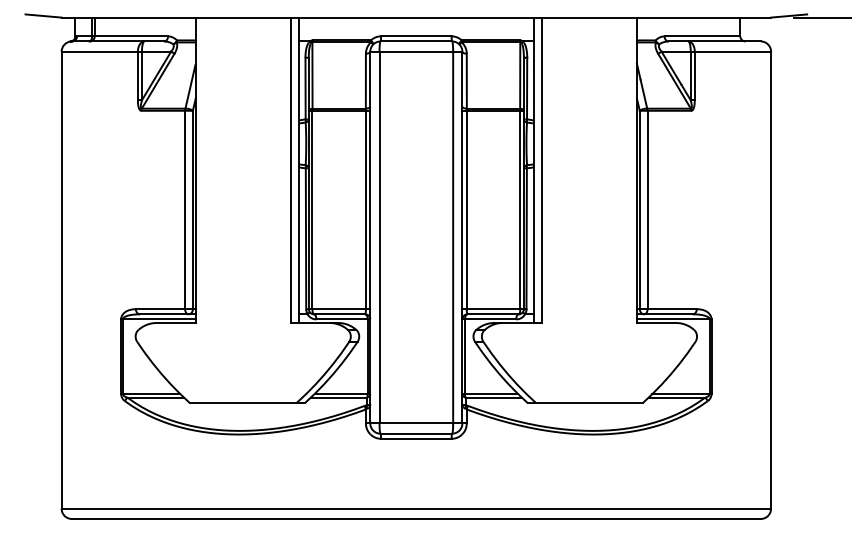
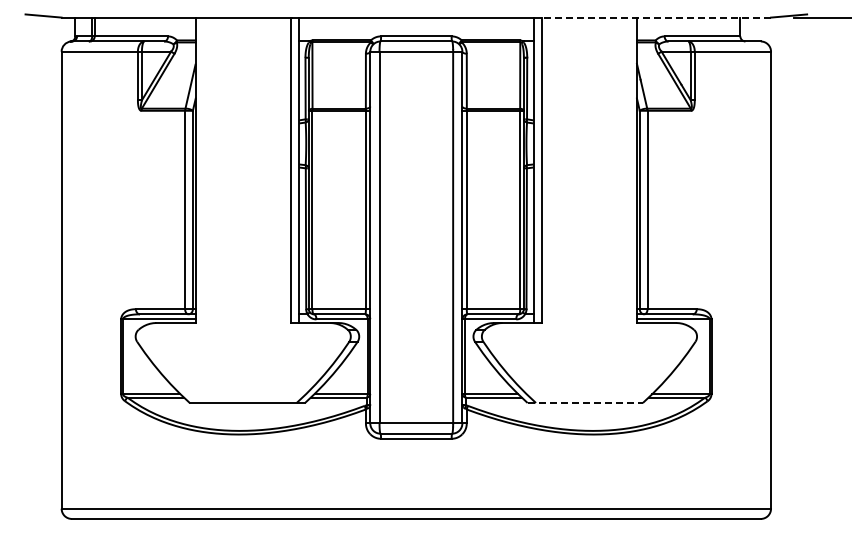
line at (656, 17): solid -> dashed
line at (585, 403): solid -> dashed
